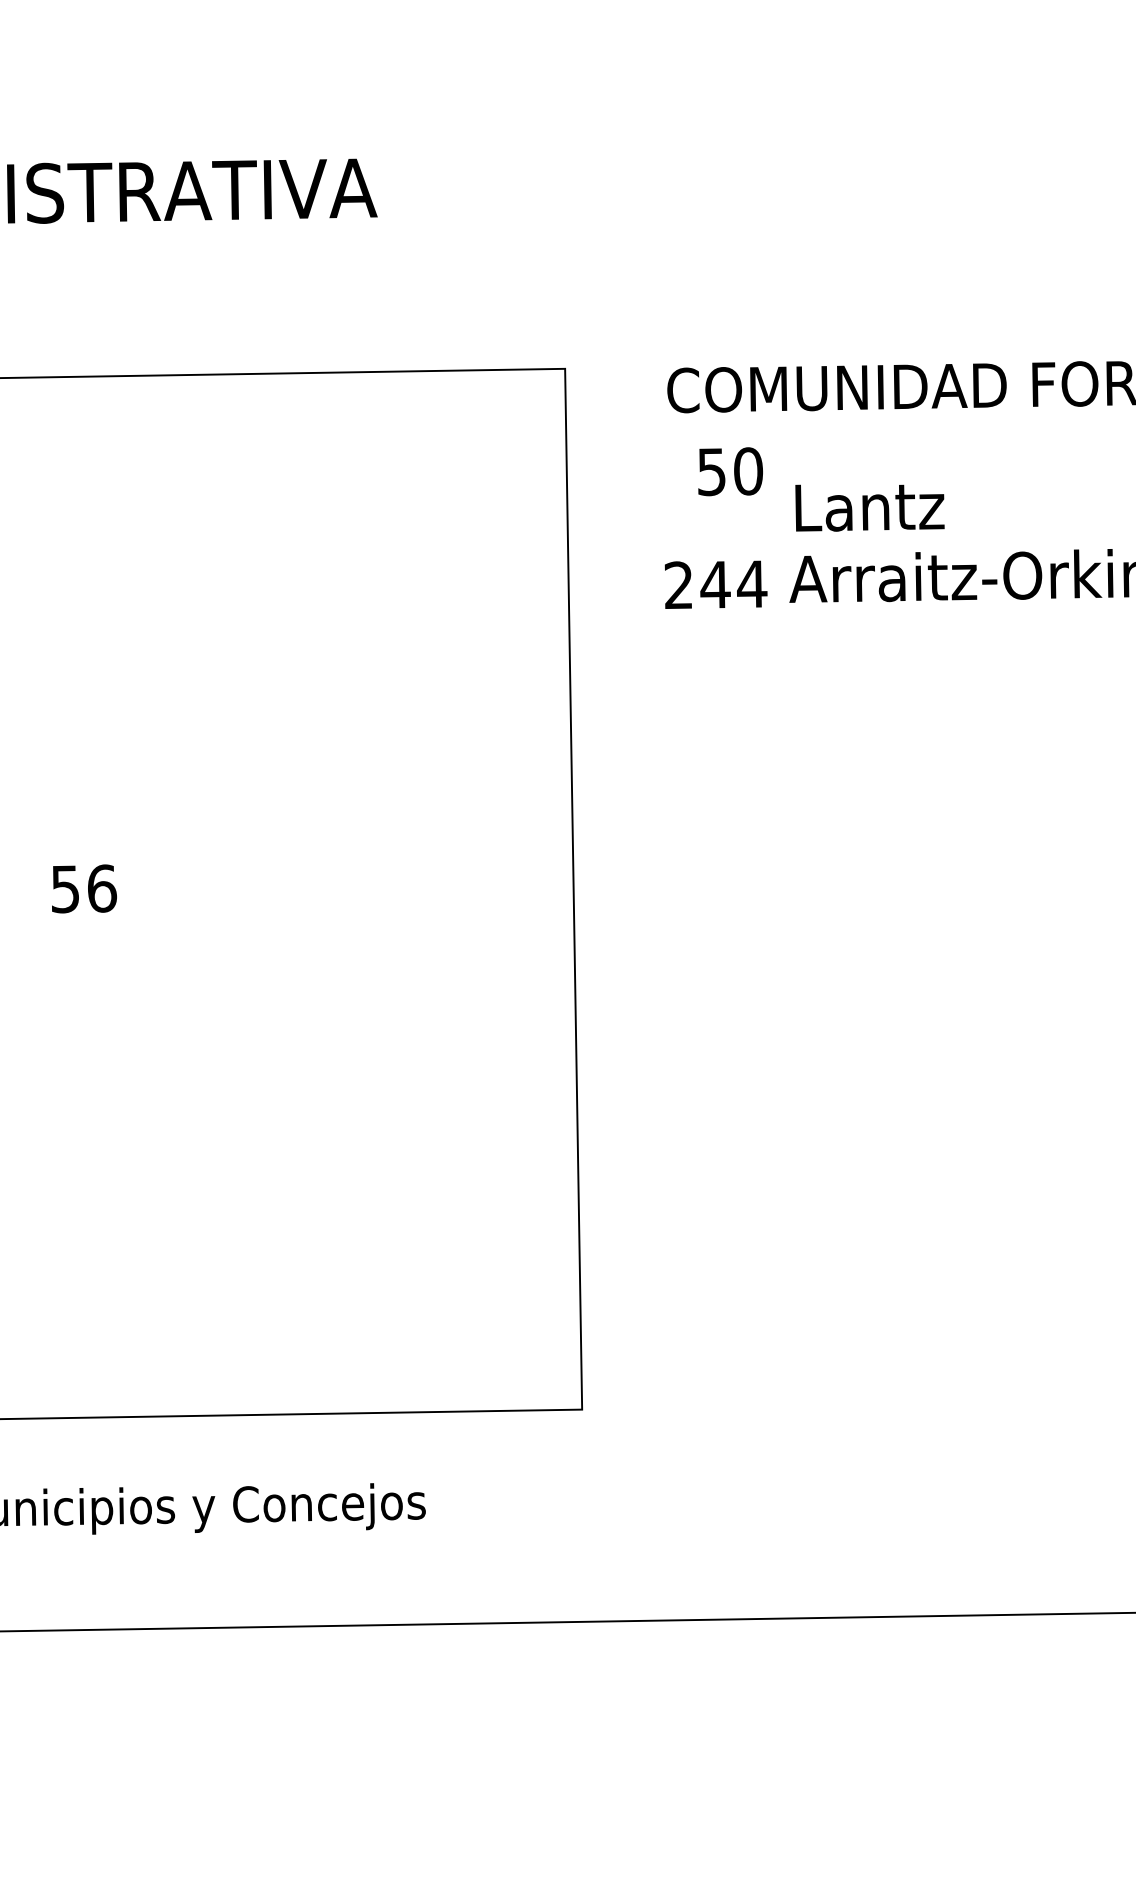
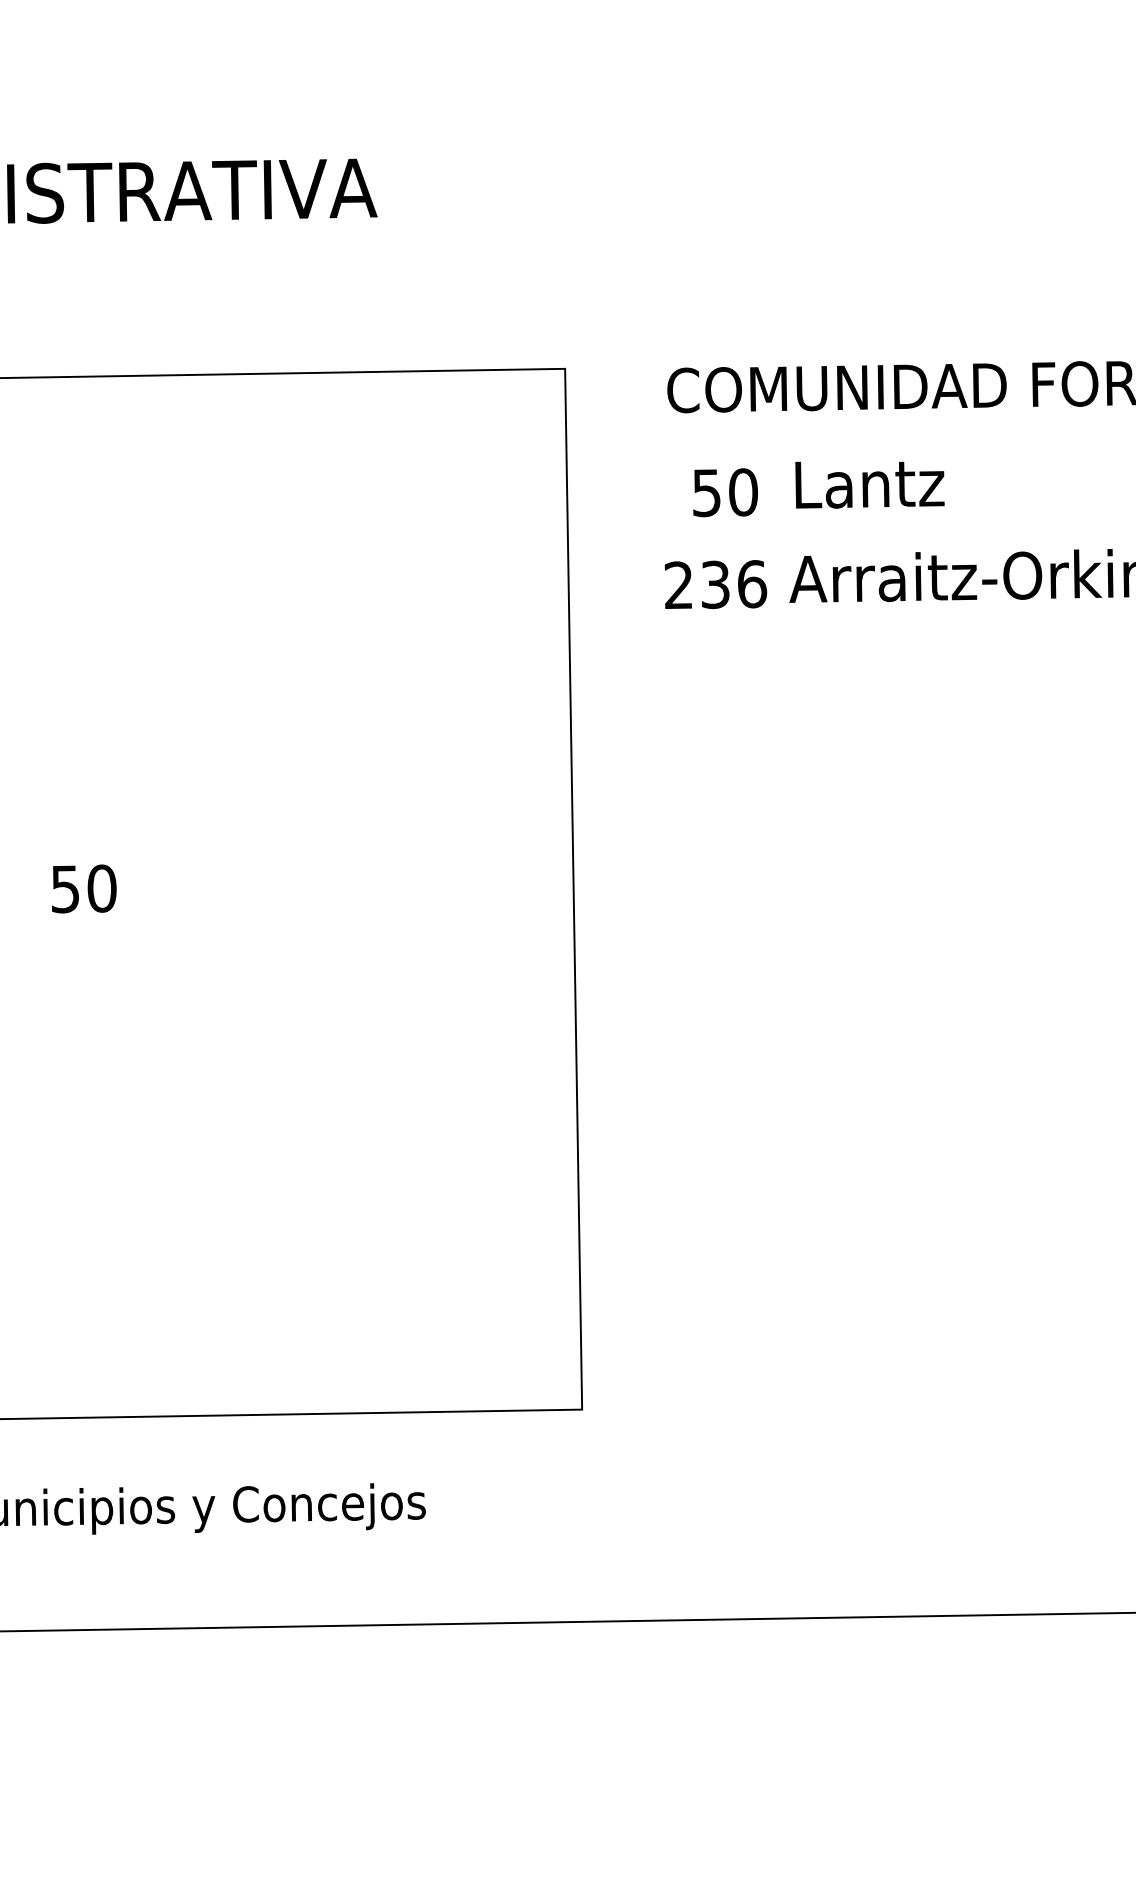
text at (730, 471) position: (730, 471) -> (725, 492)
text at (869, 507) position: (869, 507) -> (869, 484)
text at (733, 584): 244 -> 236
text at (101, 888): 56 -> 50
